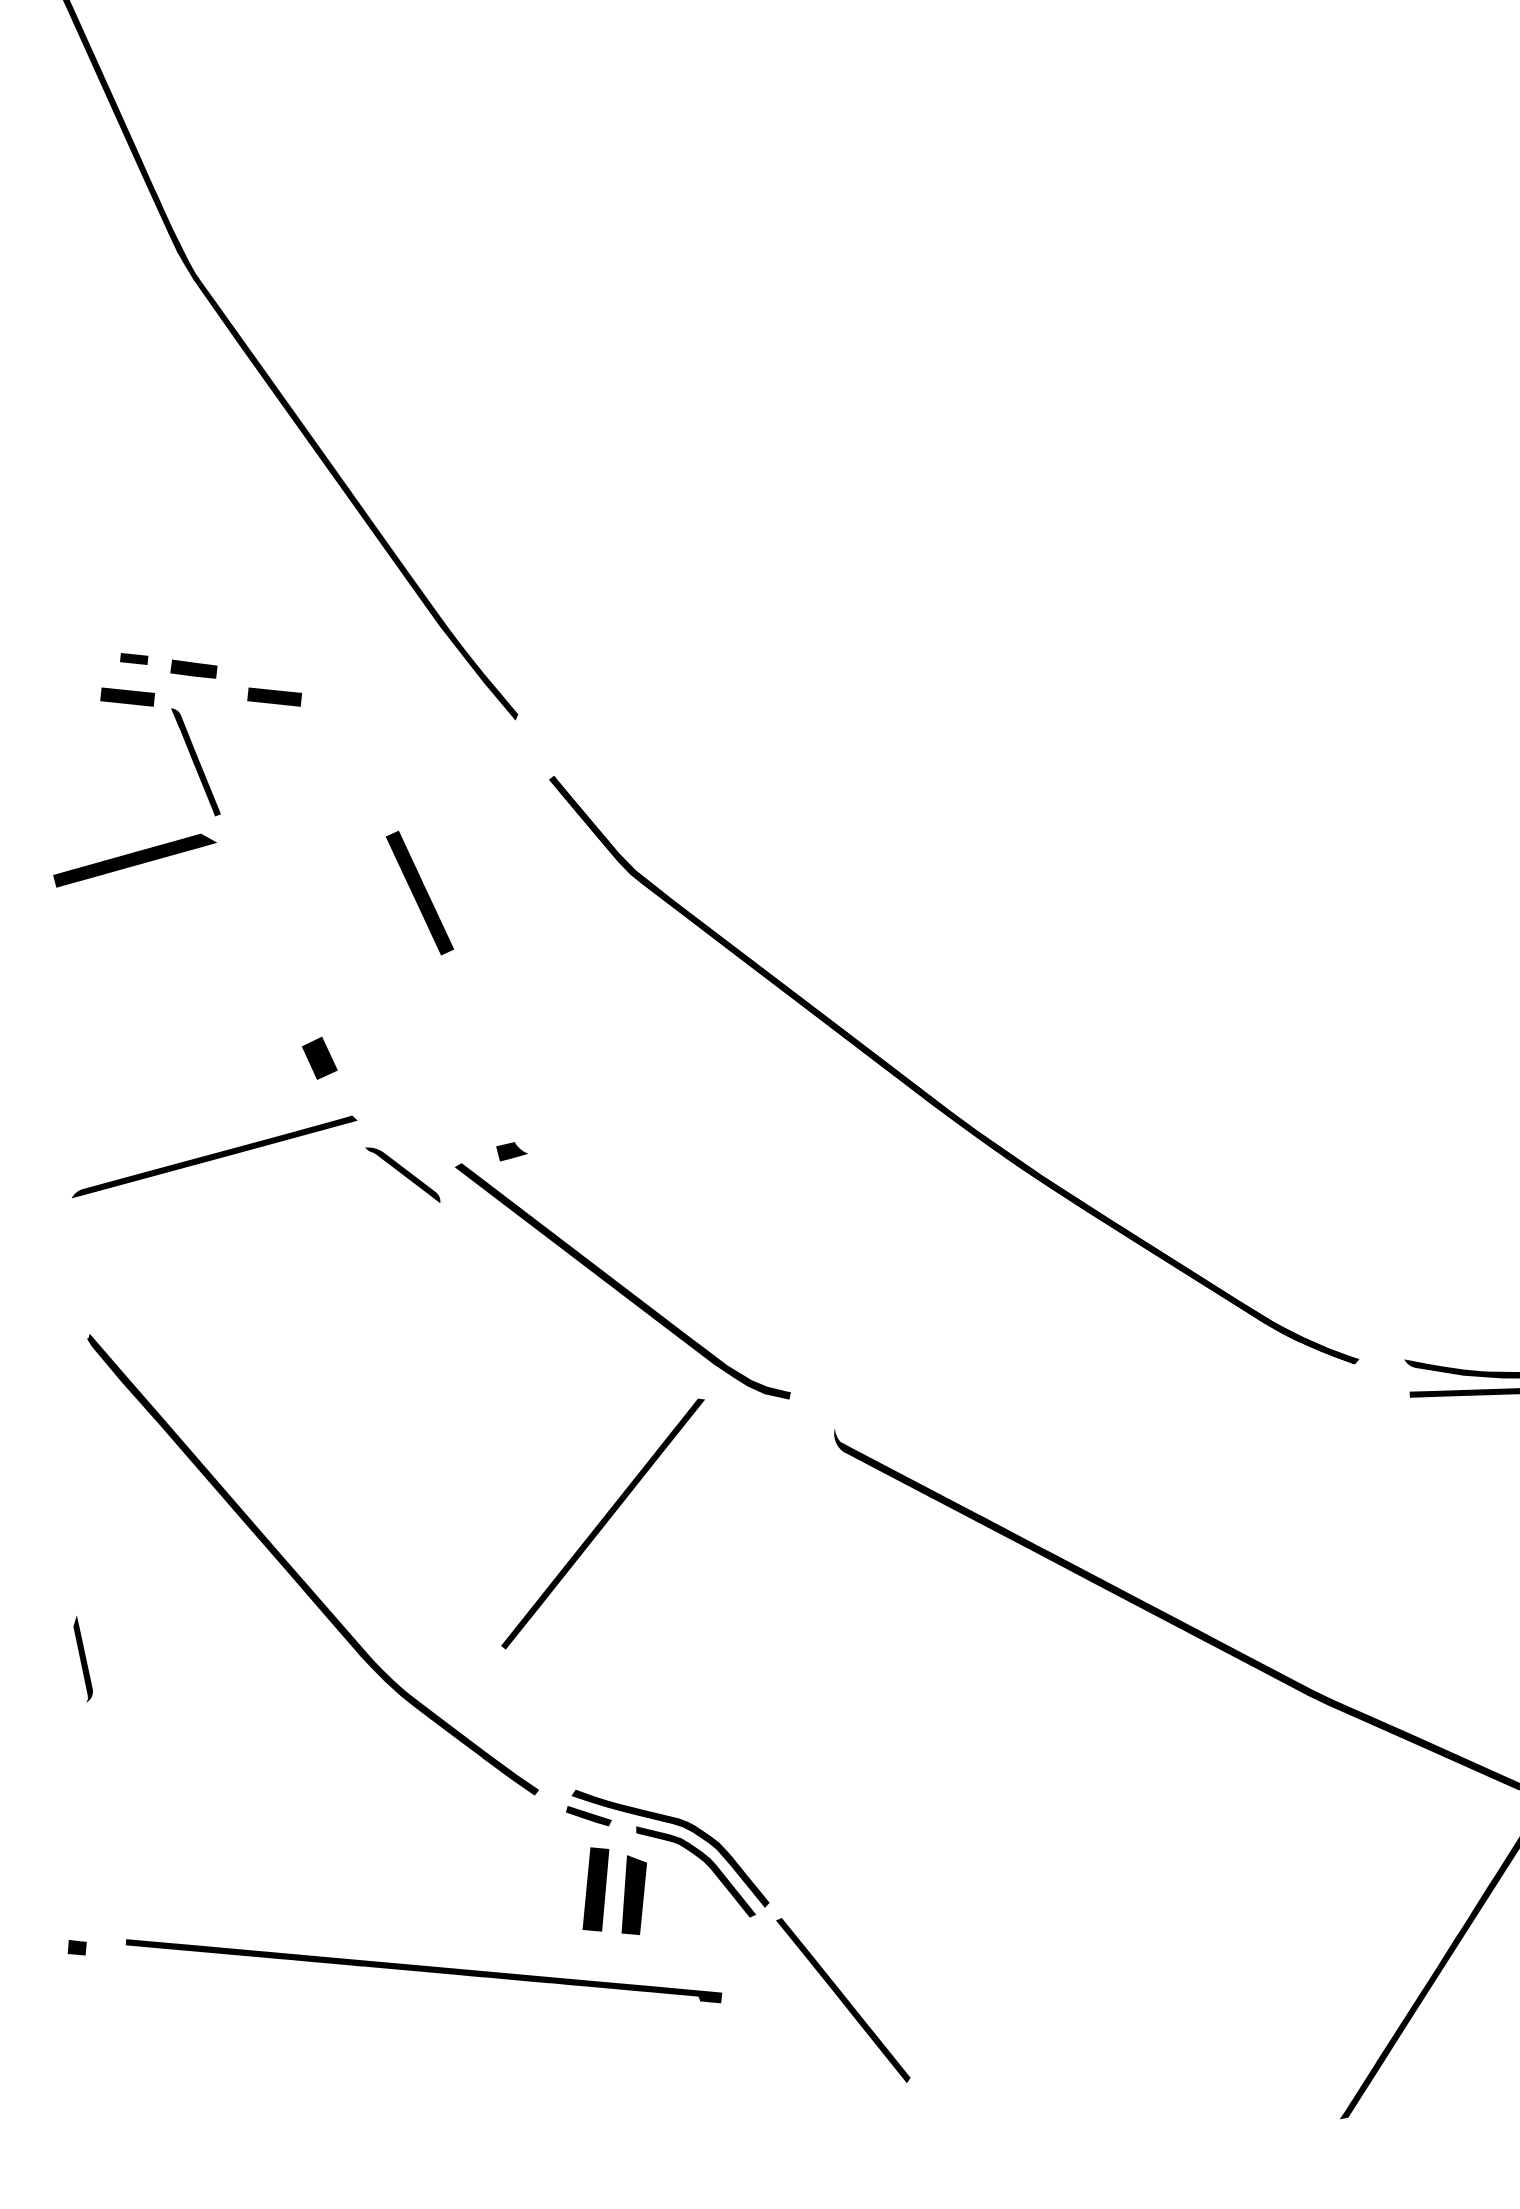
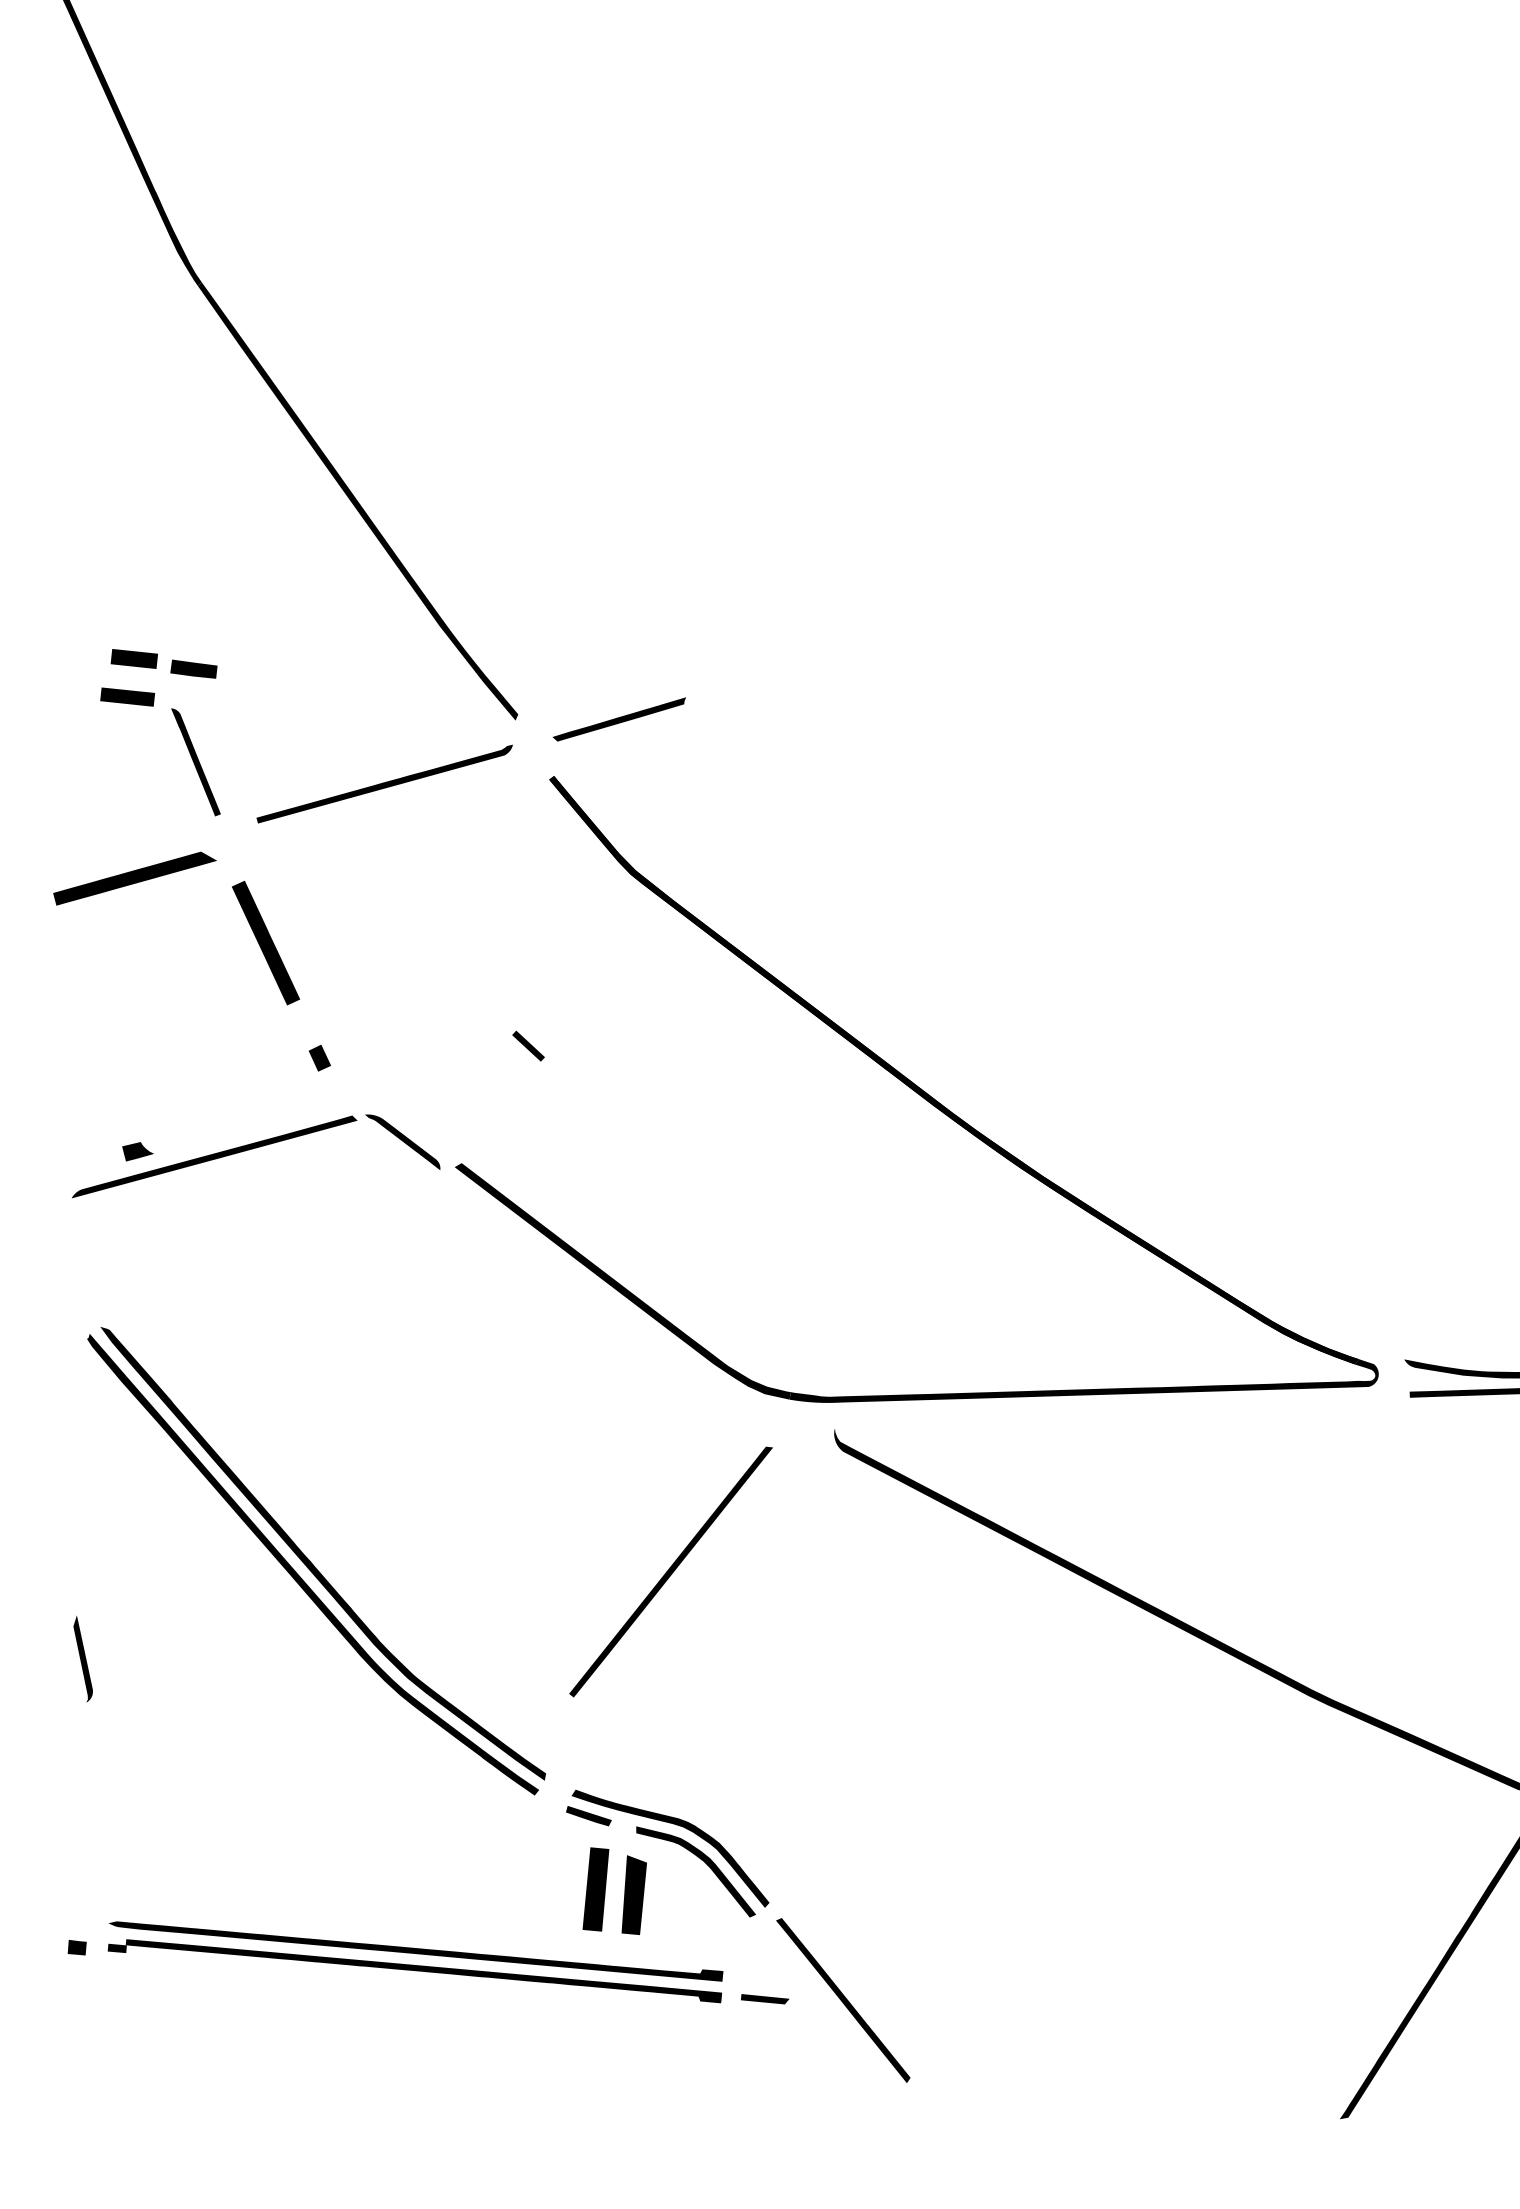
part at (134, 658) size: 29x12 px -> 48x20 px
part at (274, 696): present -> none
fill at (619, 719): none -> present
fill at (384, 783): none -> present
part at (134, 860) position: (134, 860) -> (134, 878)
part at (419, 892) position: (419, 892) -> (265, 942)
fill at (528, 1045): none -> present
part at (319, 1057) size: 36x44 px -> 22x28 px
part at (511, 1151) position: (511, 1151) -> (137, 1151)
part at (402, 1174) position: (402, 1174) -> (402, 1141)
fill at (1083, 1380): none -> present
part at (602, 1523) position: (602, 1523) -> (670, 1571)
fill at (323, 1553): none -> present
fill at (116, 1948): none -> present
fill at (415, 1951): none -> present
fill at (764, 1999): none -> present
